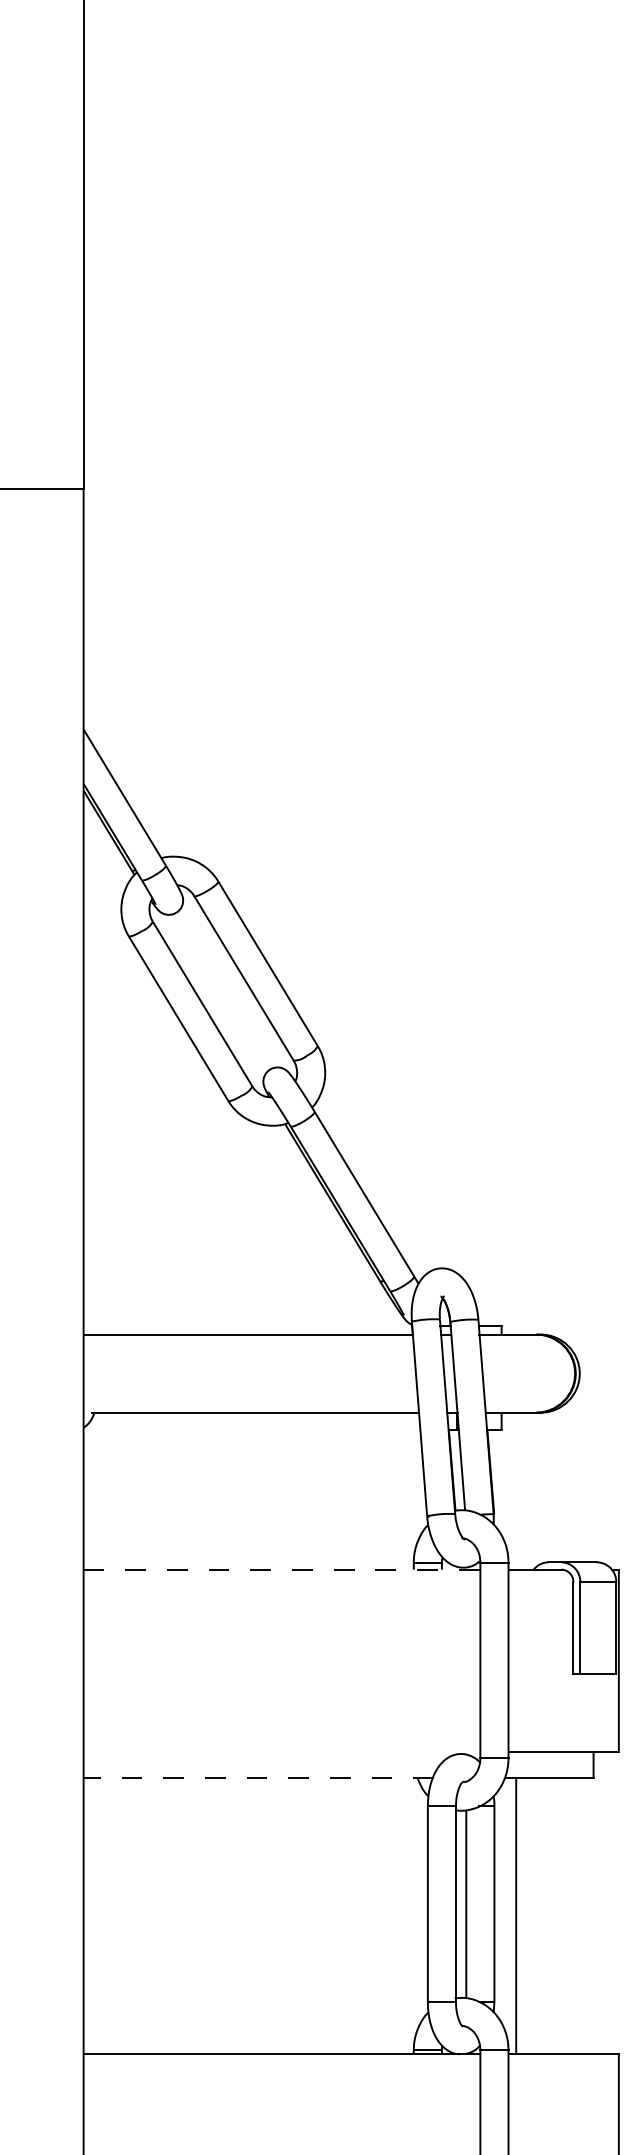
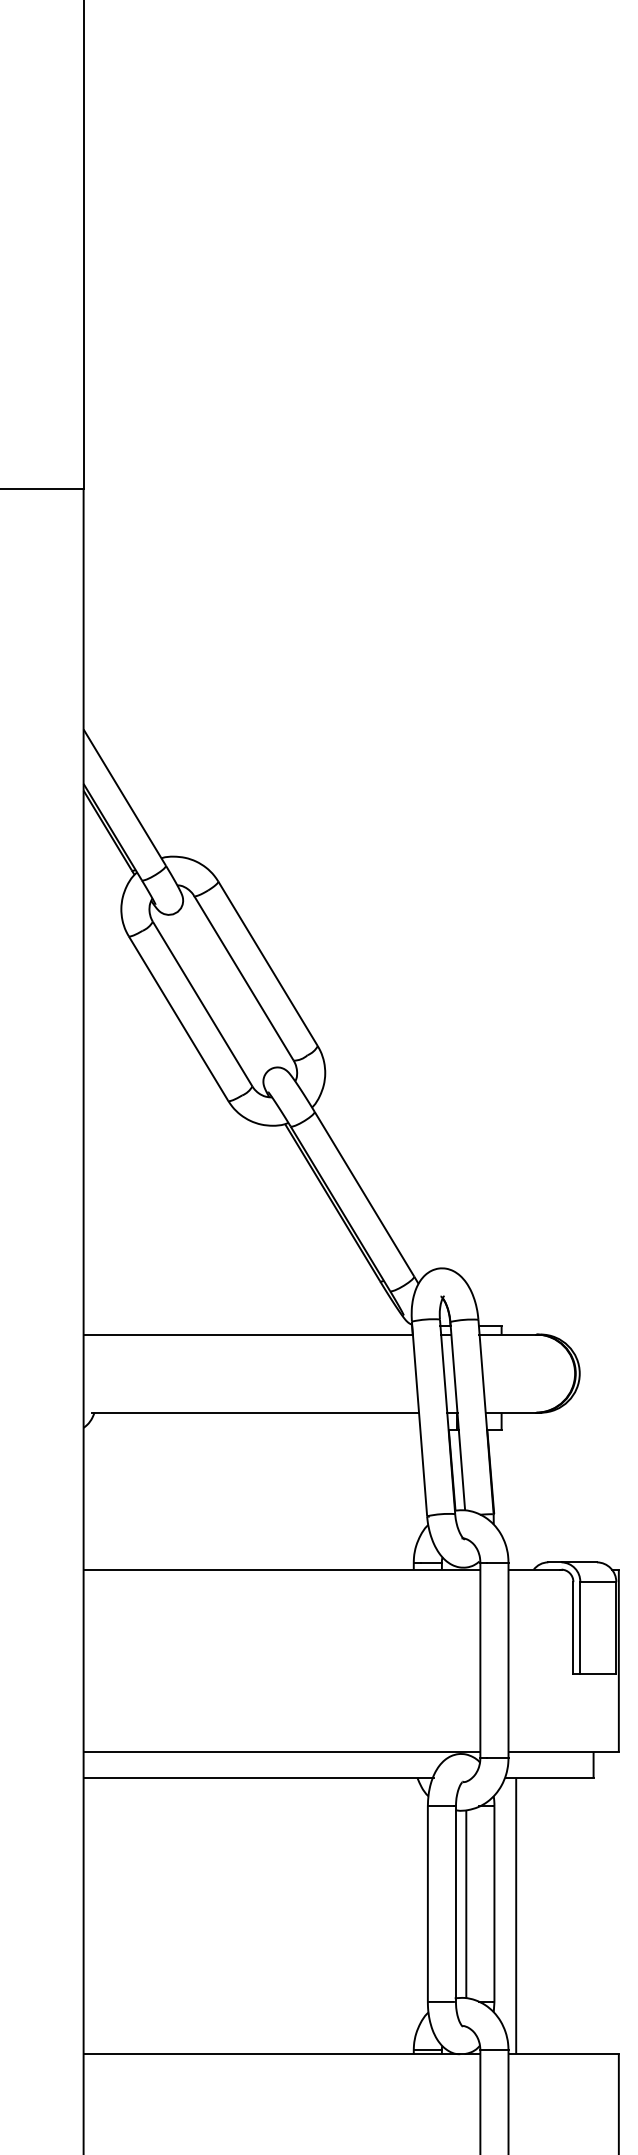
line at (282, 1569): dashed -> solid
line at (281, 1752): none -> present
line at (258, 1778): dashed -> solid
